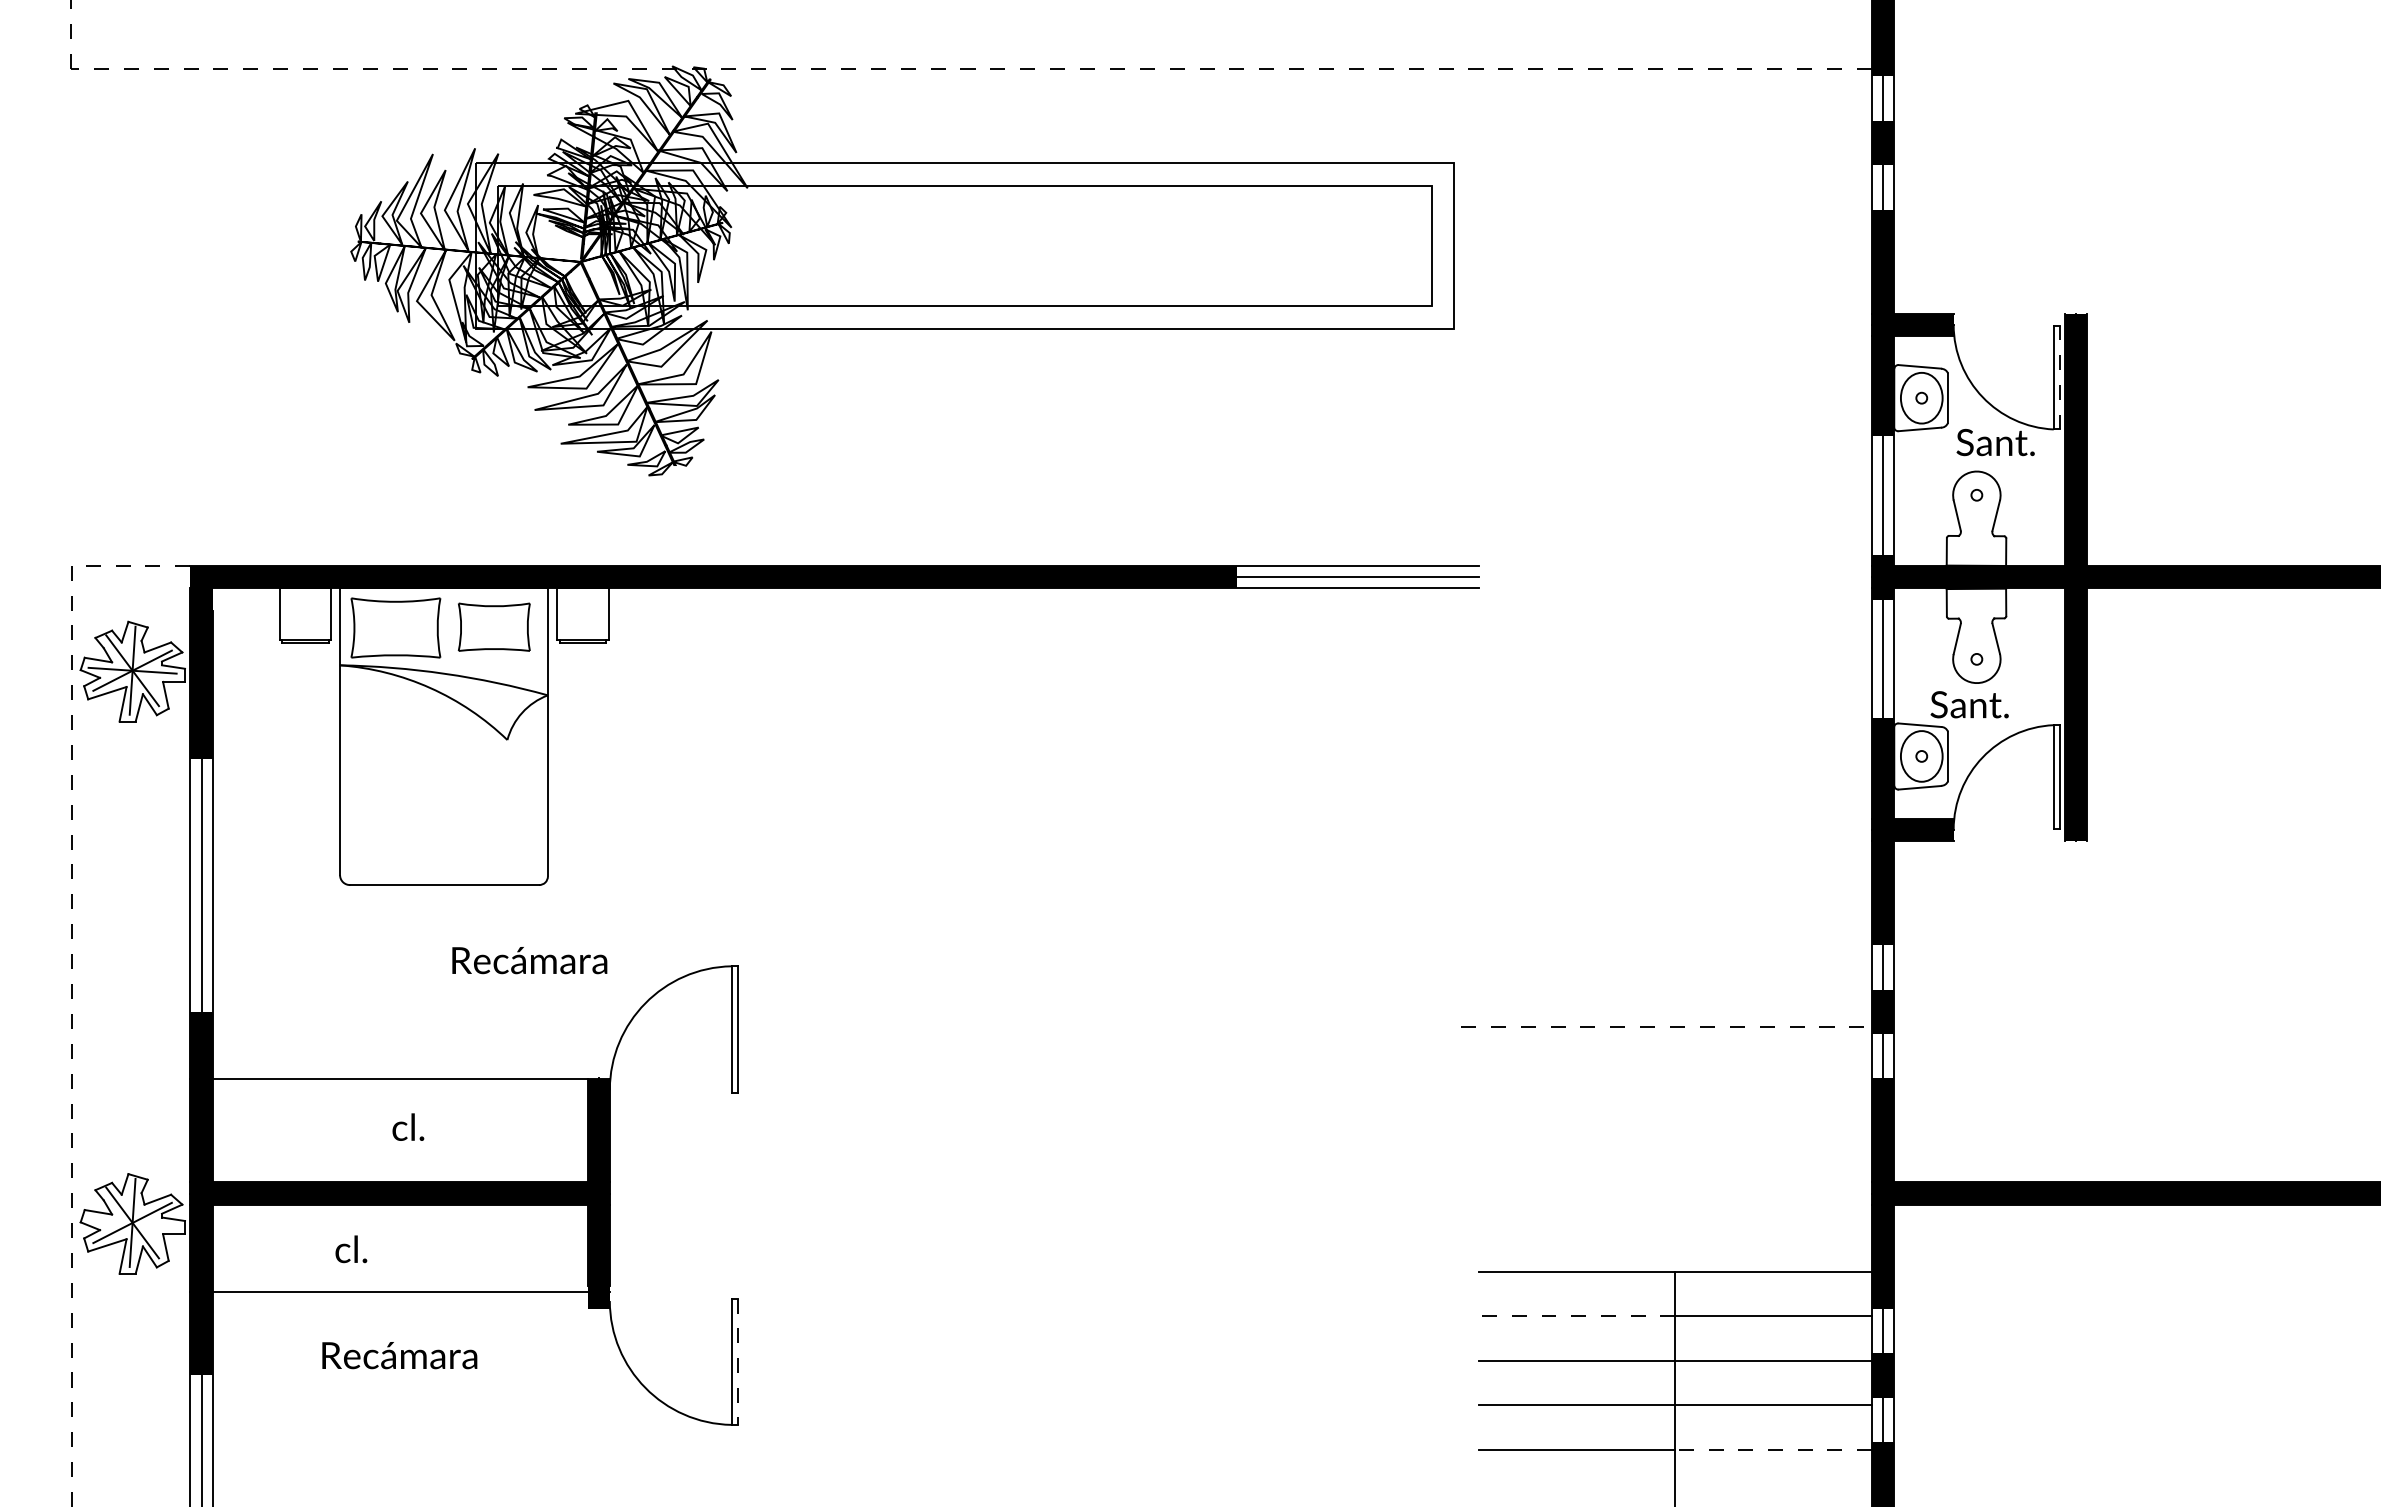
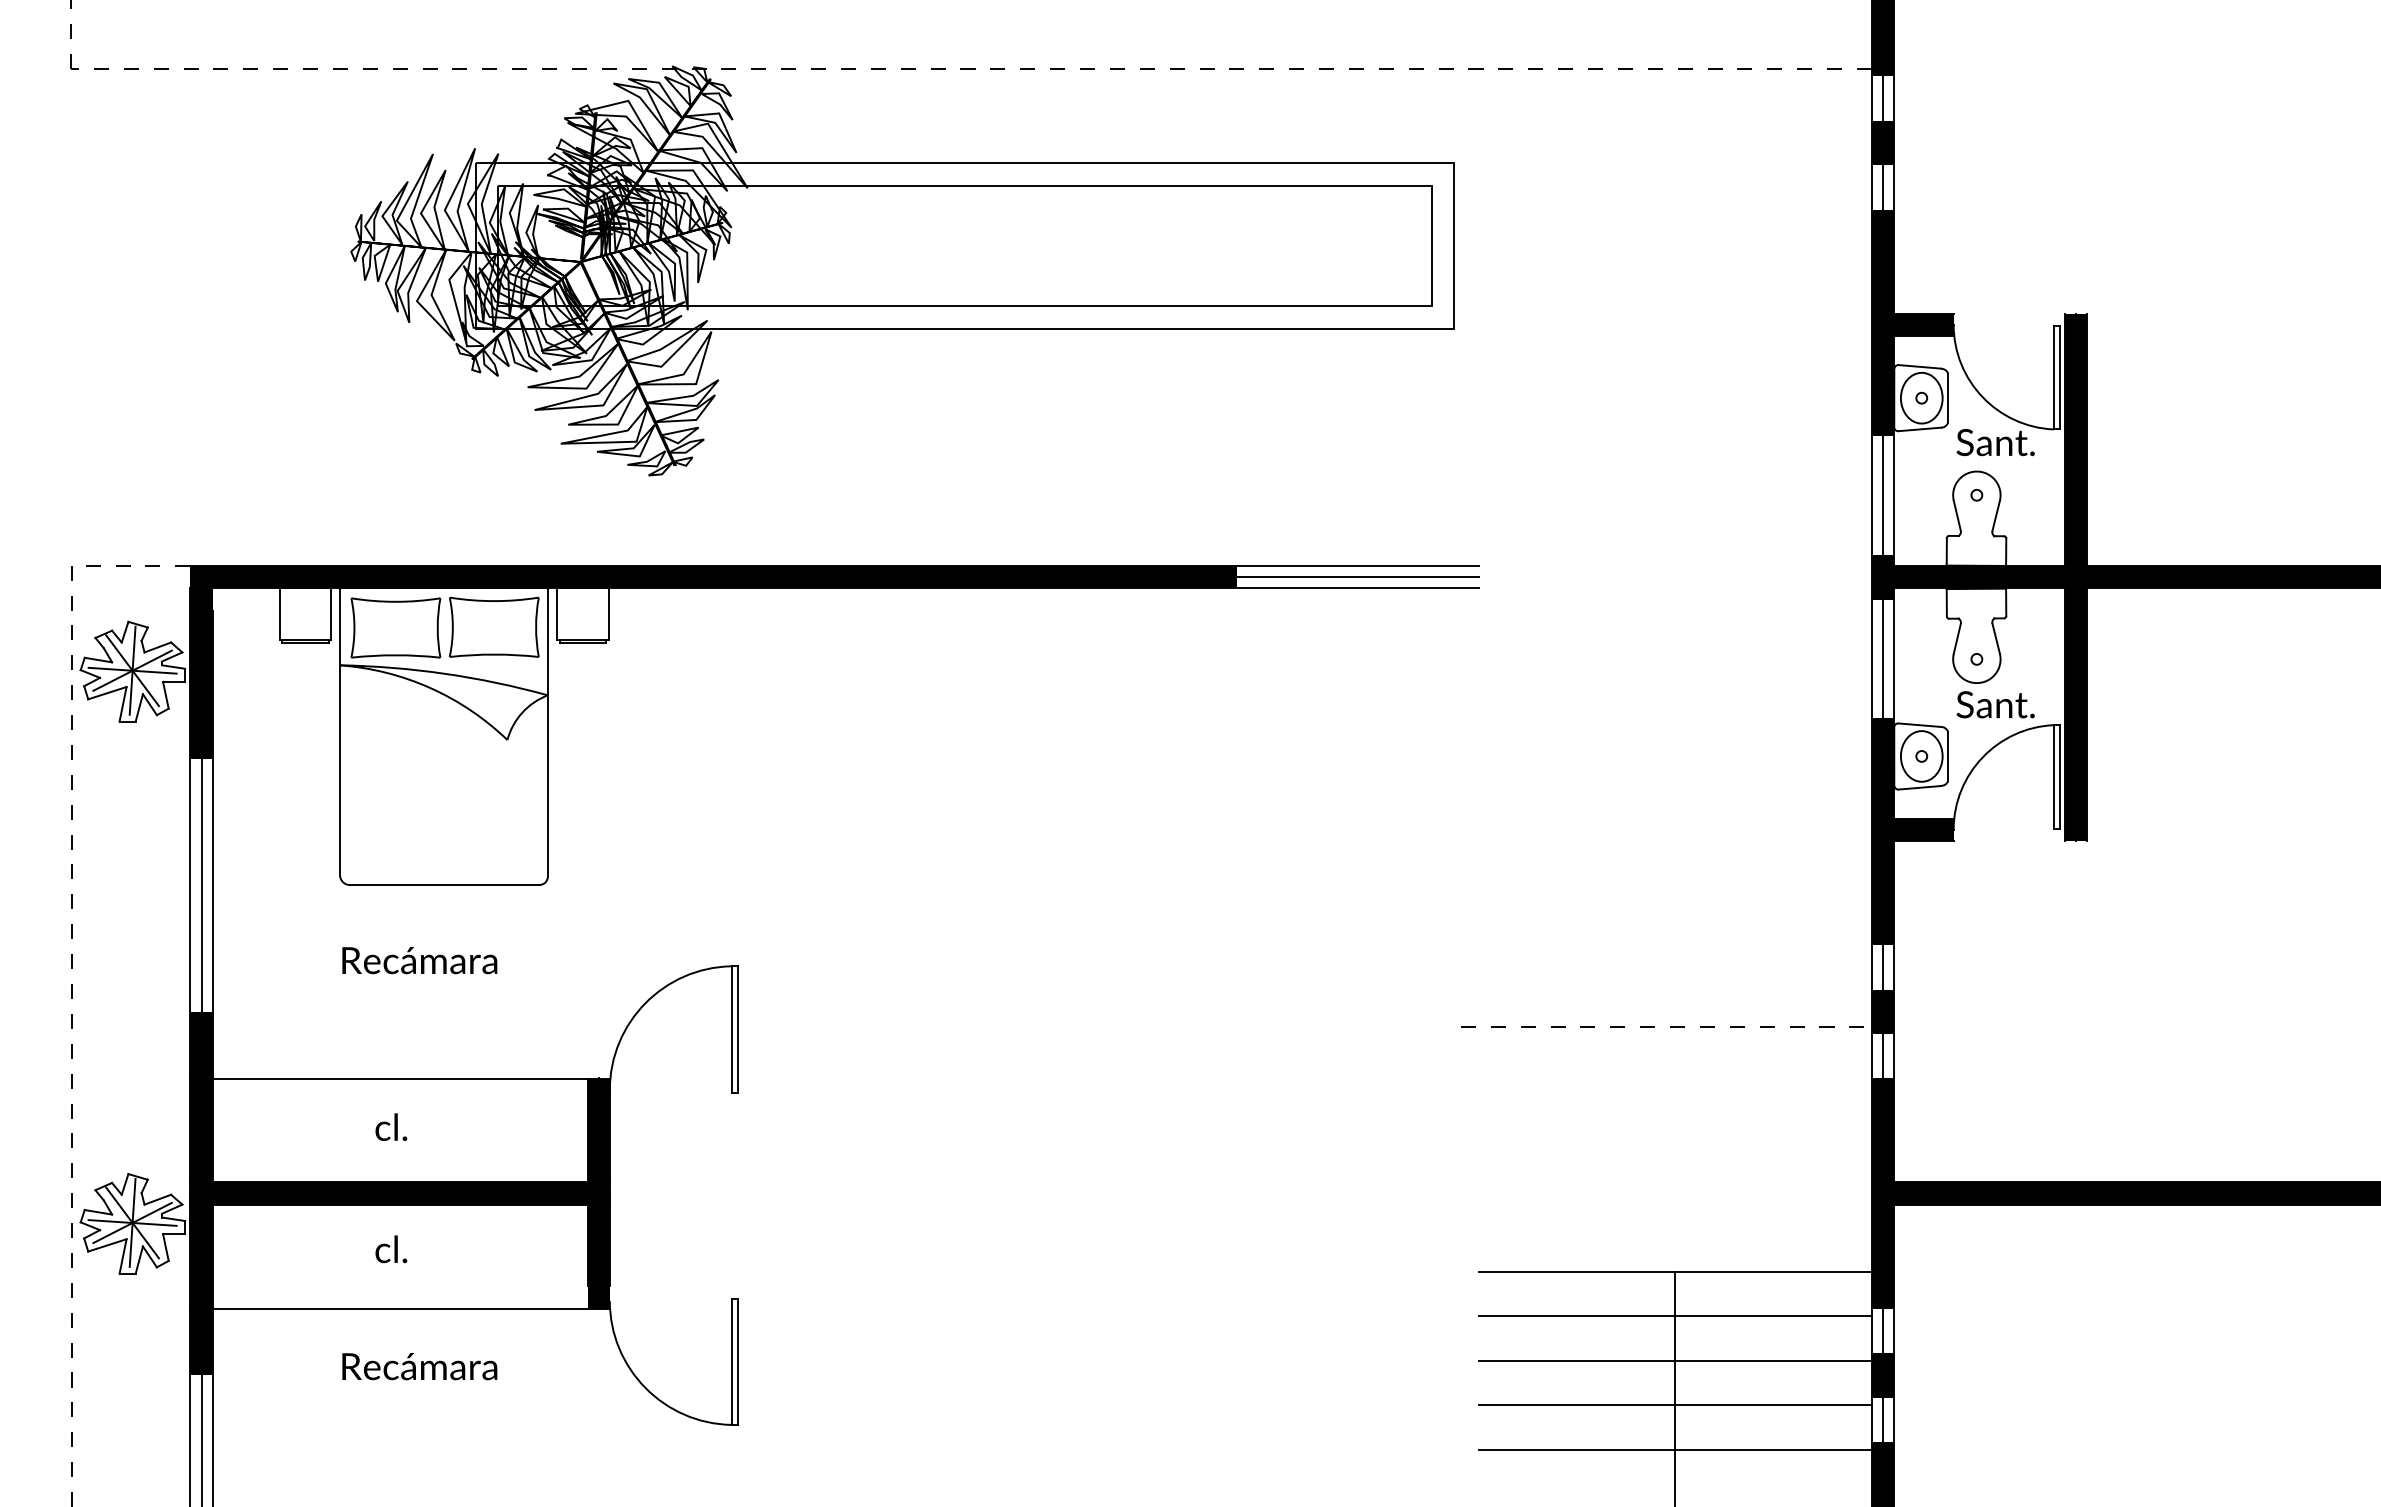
line at (2059, 377): dashed -> solid
part at (493, 626) size: 74x50 px -> 91x62 px
text at (1969, 704) position: (1969, 704) -> (1995, 704)
text at (529, 960) position: (529, 960) -> (419, 960)
text at (408, 1126) position: (408, 1126) -> (391, 1126)
line at (132, 1222): none -> present
text at (351, 1249) position: (351, 1249) -> (391, 1249)
line at (399, 1291) position: (399, 1291) -> (399, 1308)
line at (1576, 1316): dashed -> solid
text at (399, 1355) position: (399, 1355) -> (419, 1366)
line at (737, 1362): dashed -> solid
line at (1773, 1449): dashed -> solid
